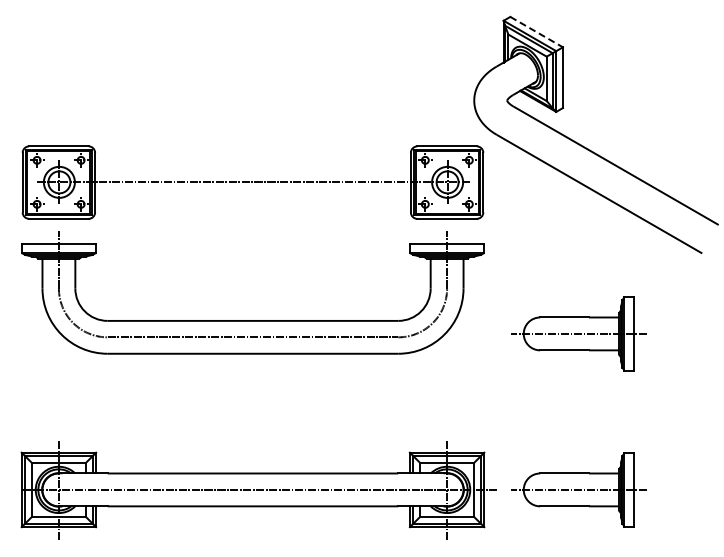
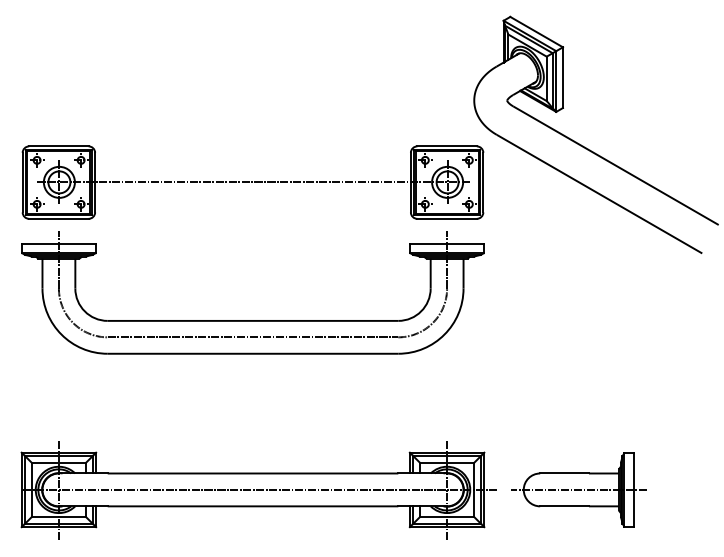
line at (537, 32): dashed -> solid
part at (578, 333): present -> none
